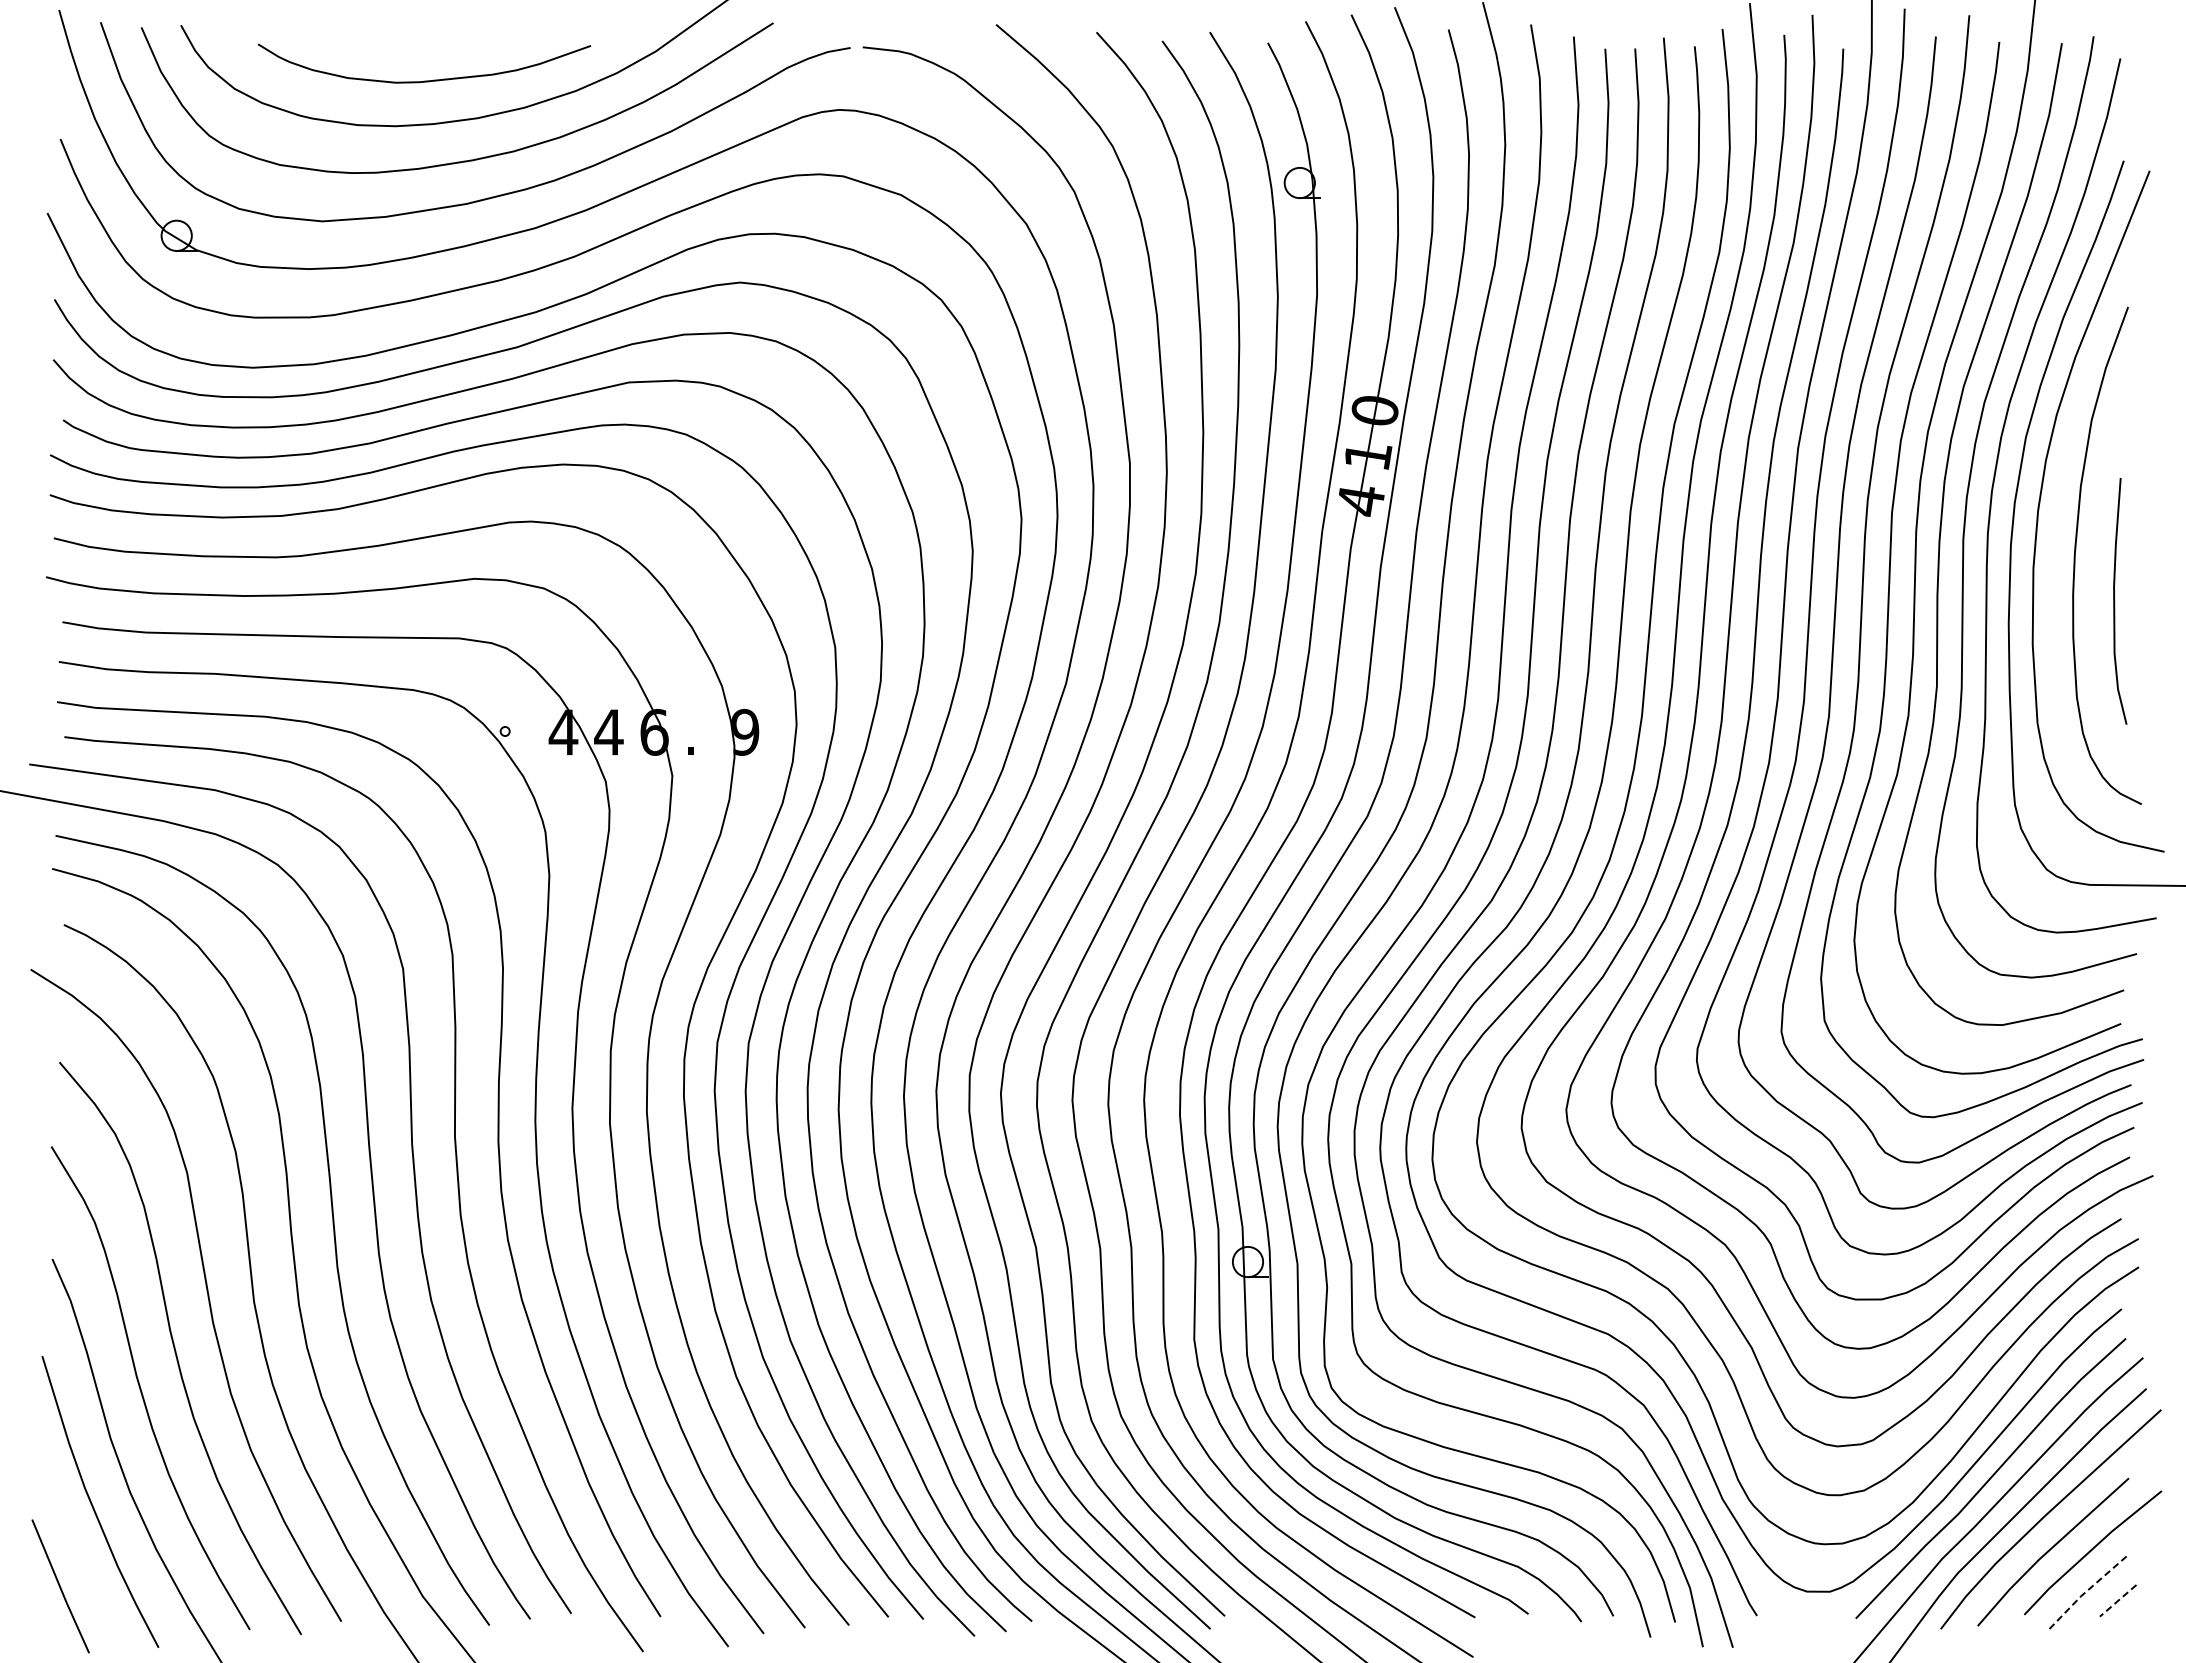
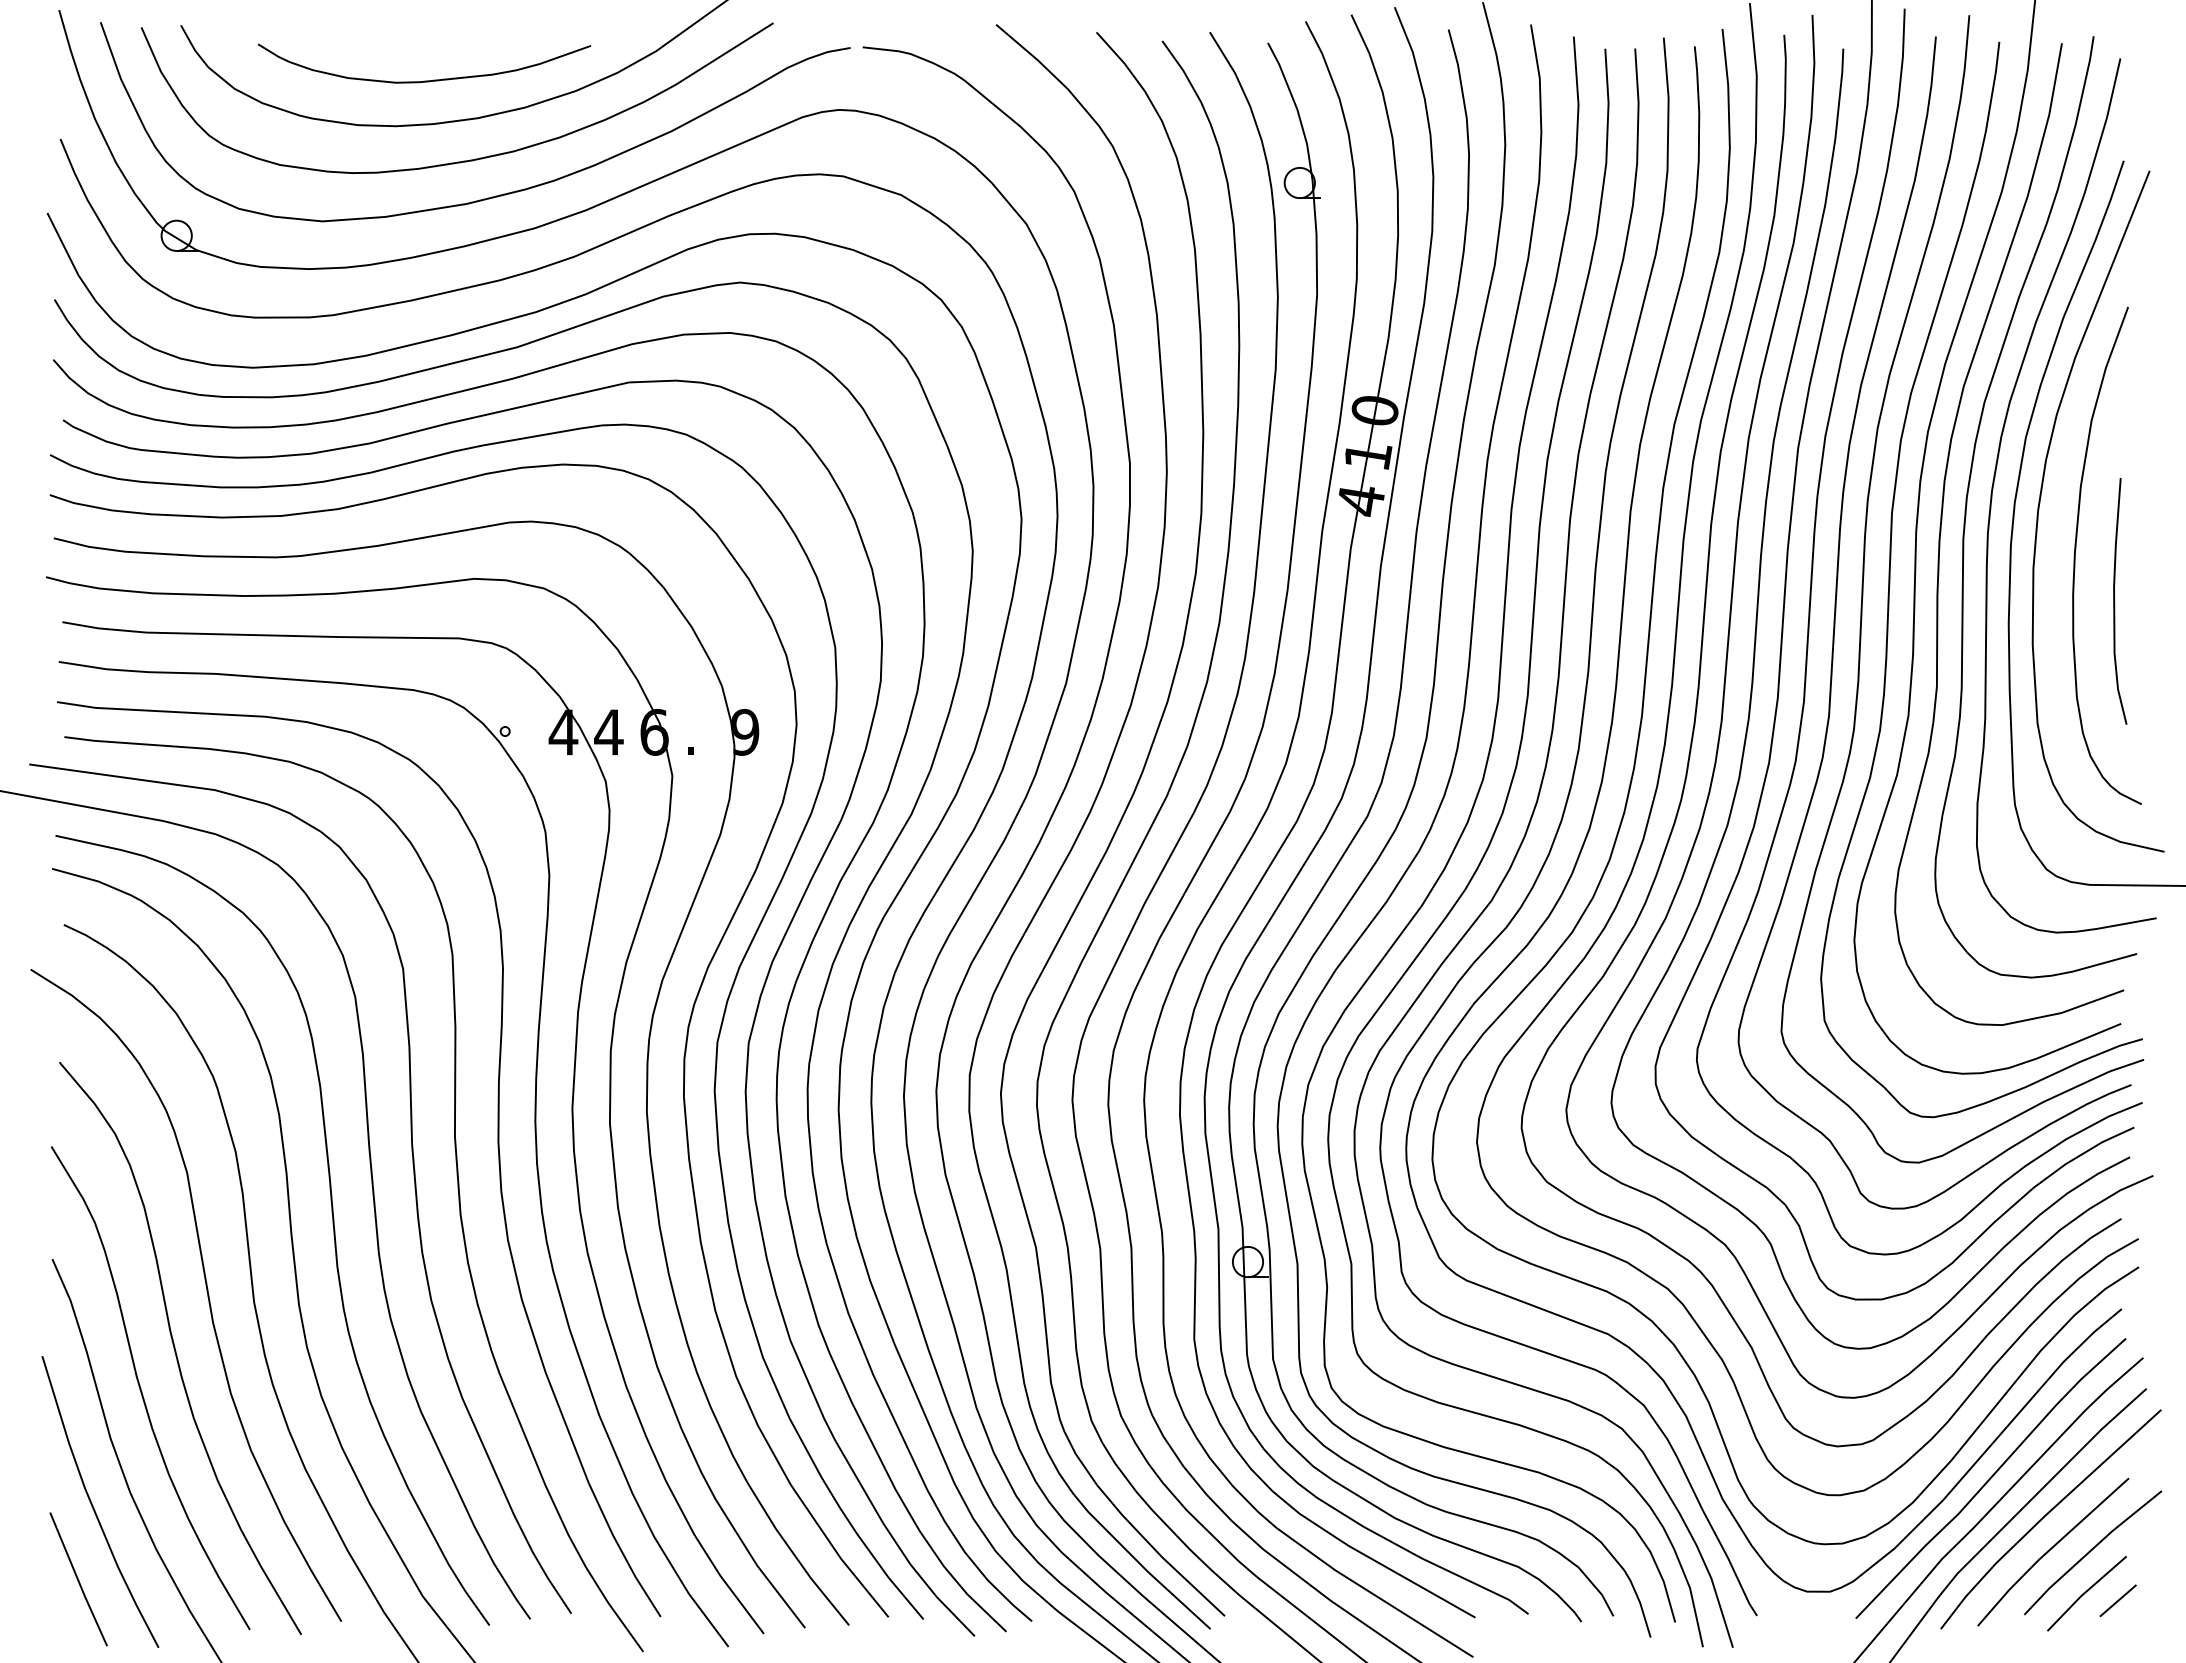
line at (60, 1586) position: (60, 1586) -> (78, 1579)
line at (2084, 1592): dashed -> solid
line at (2117, 1601): dashed -> solid
